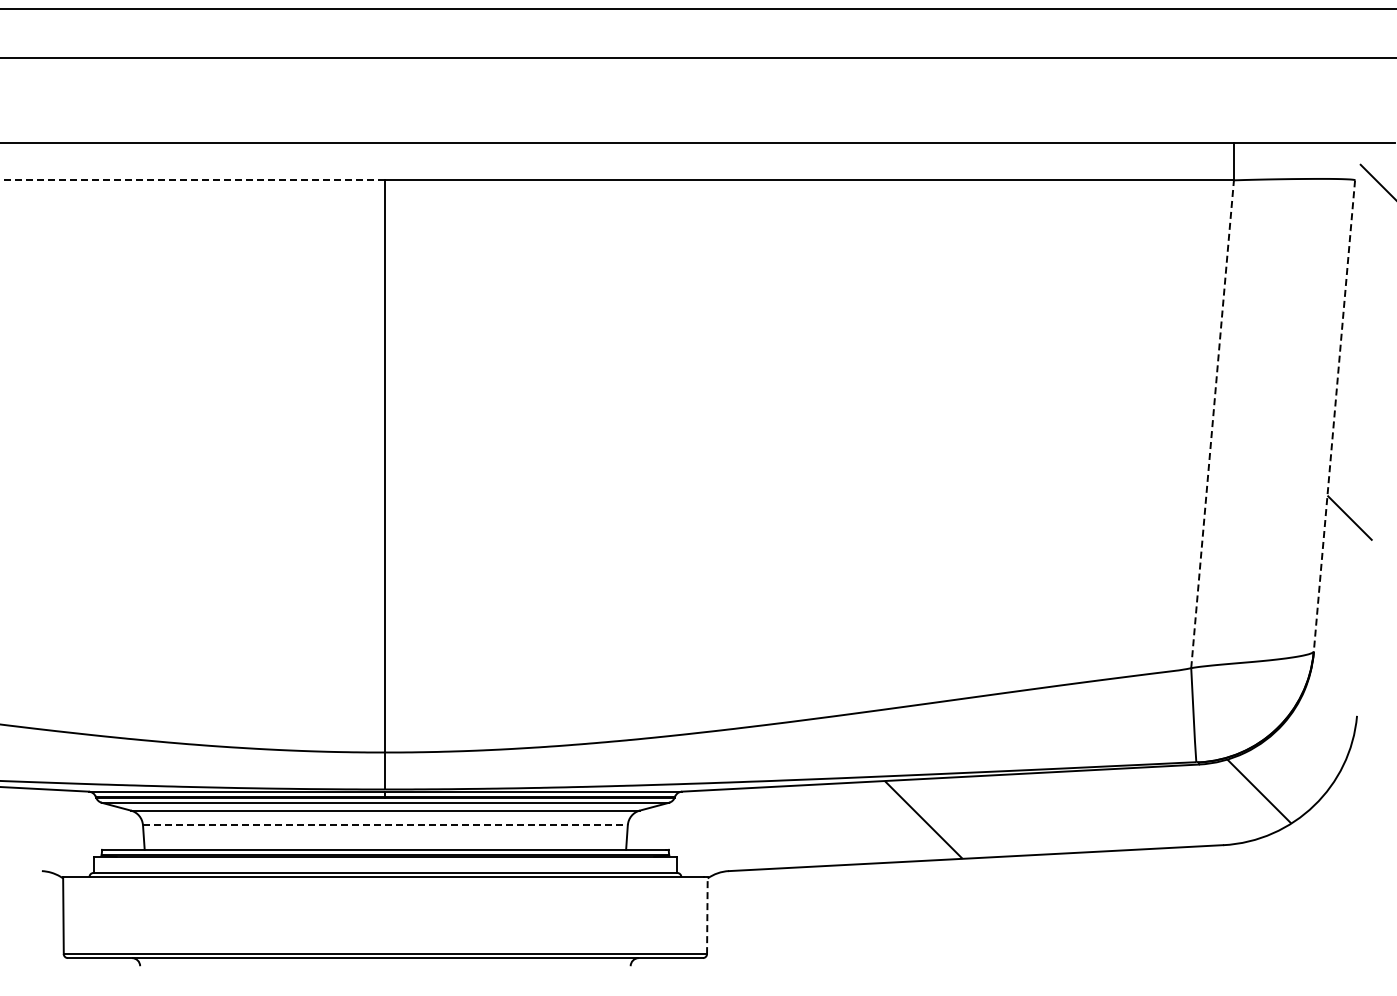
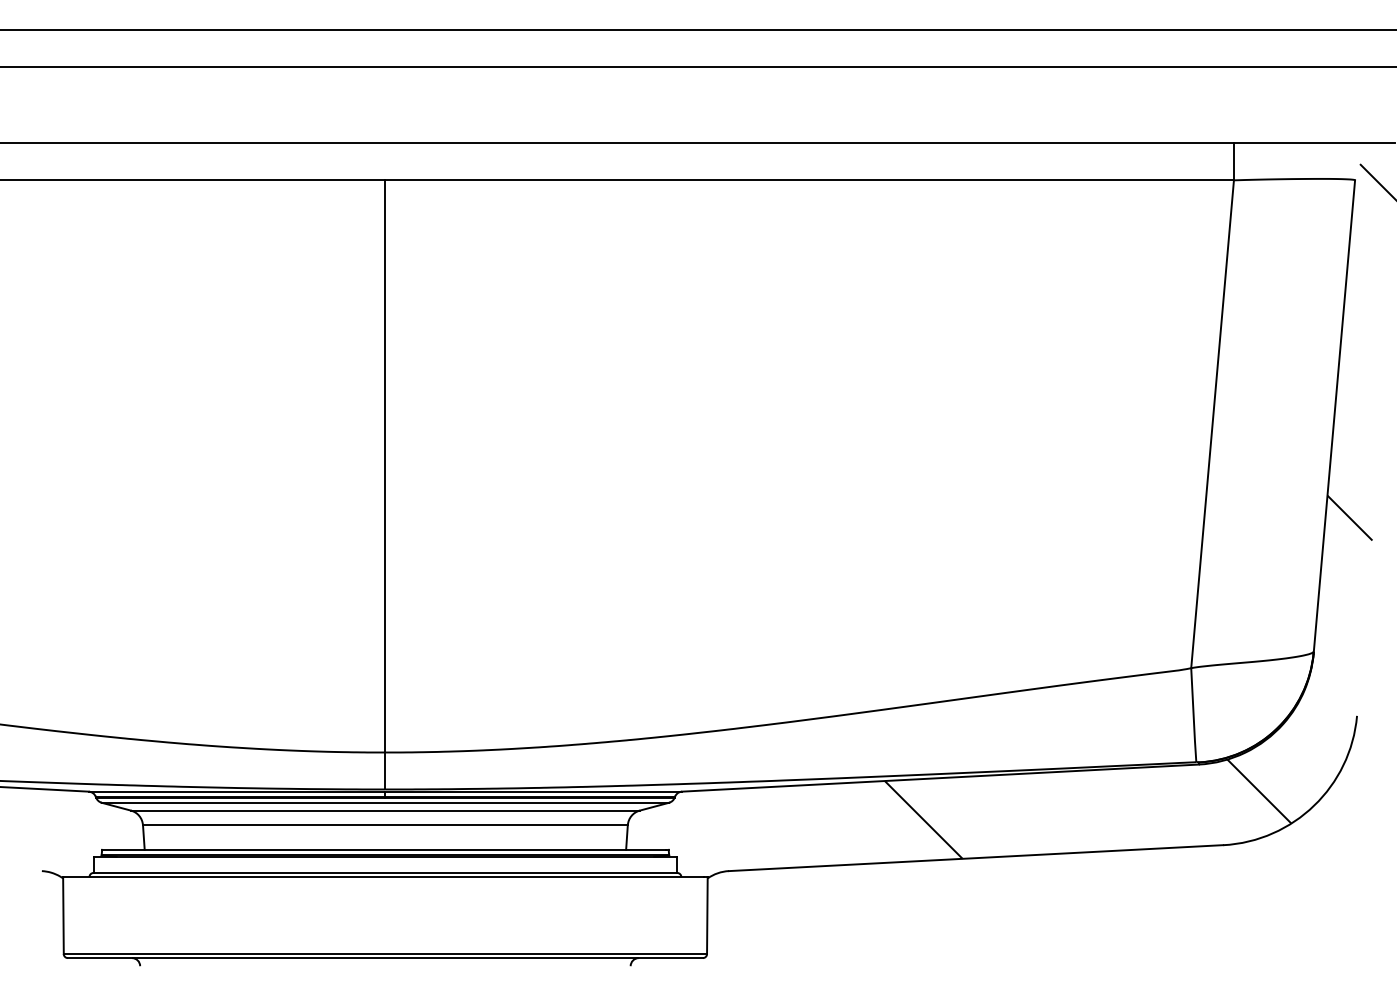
line at (697, 8) position: (697, 8) -> (697, 29)
line at (697, 57) position: (697, 57) -> (697, 66)
line at (192, 180): dashed -> solid
line at (1334, 417): dashed -> solid
line at (1212, 424): dashed -> solid
line at (385, 825): dashed -> solid
line at (707, 915): dashed -> solid
